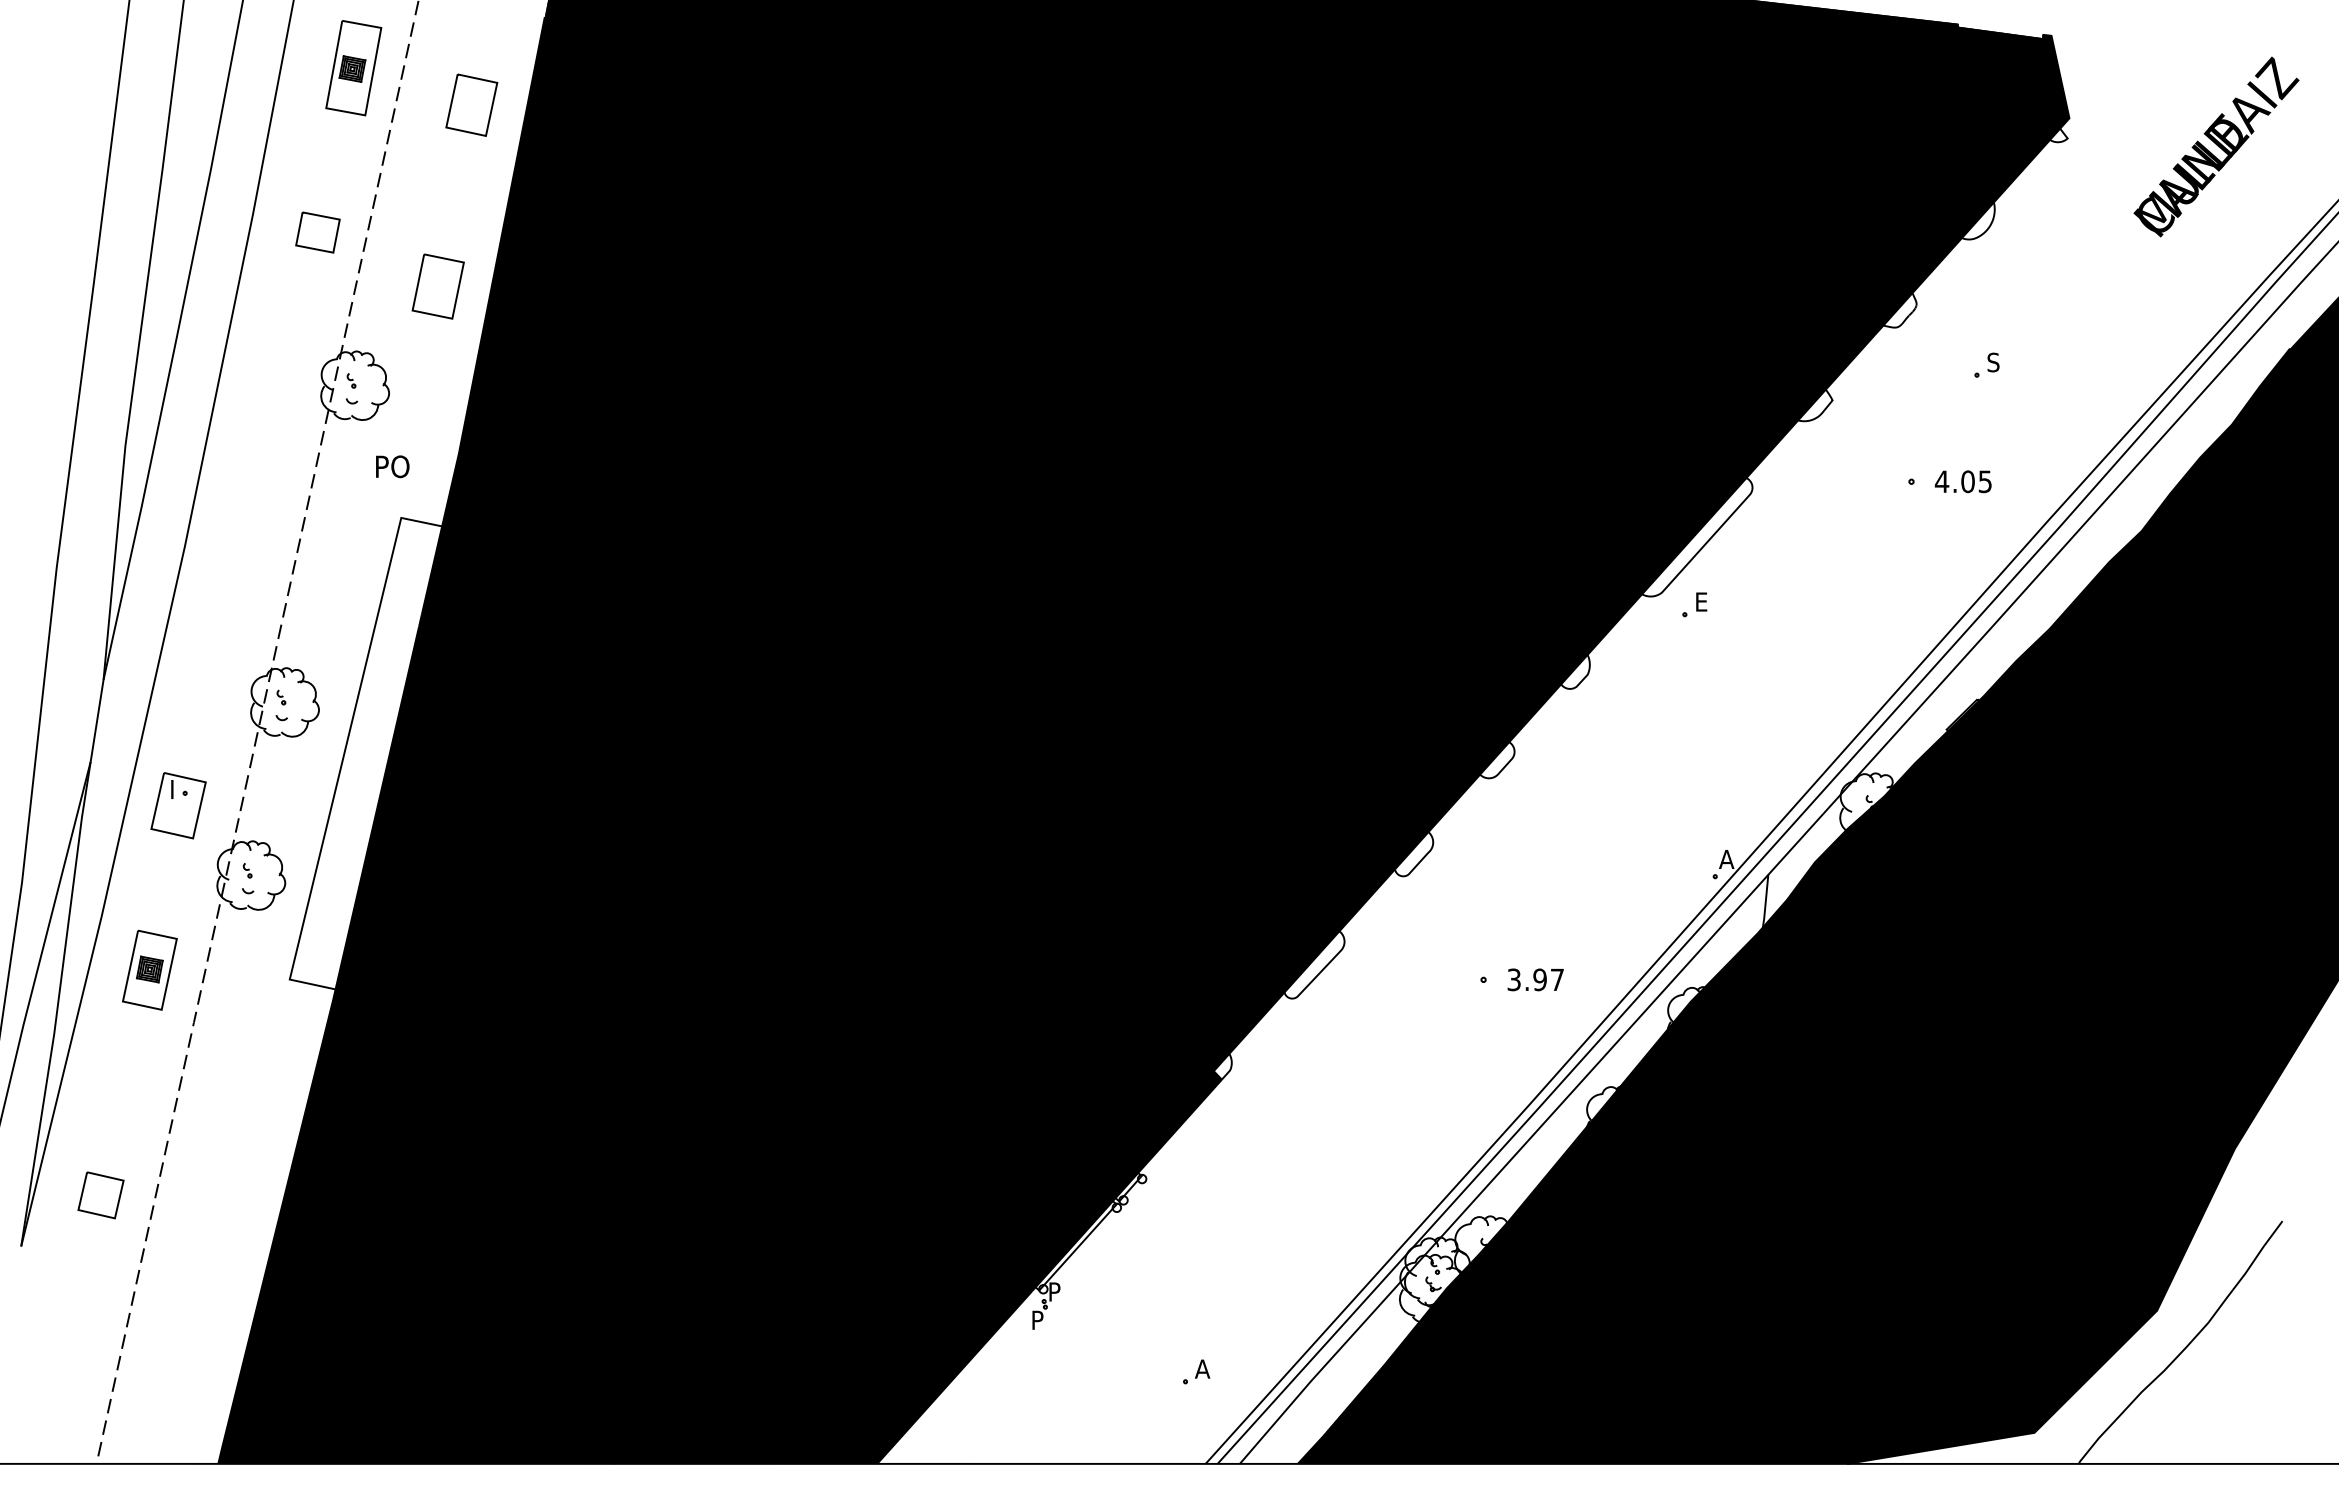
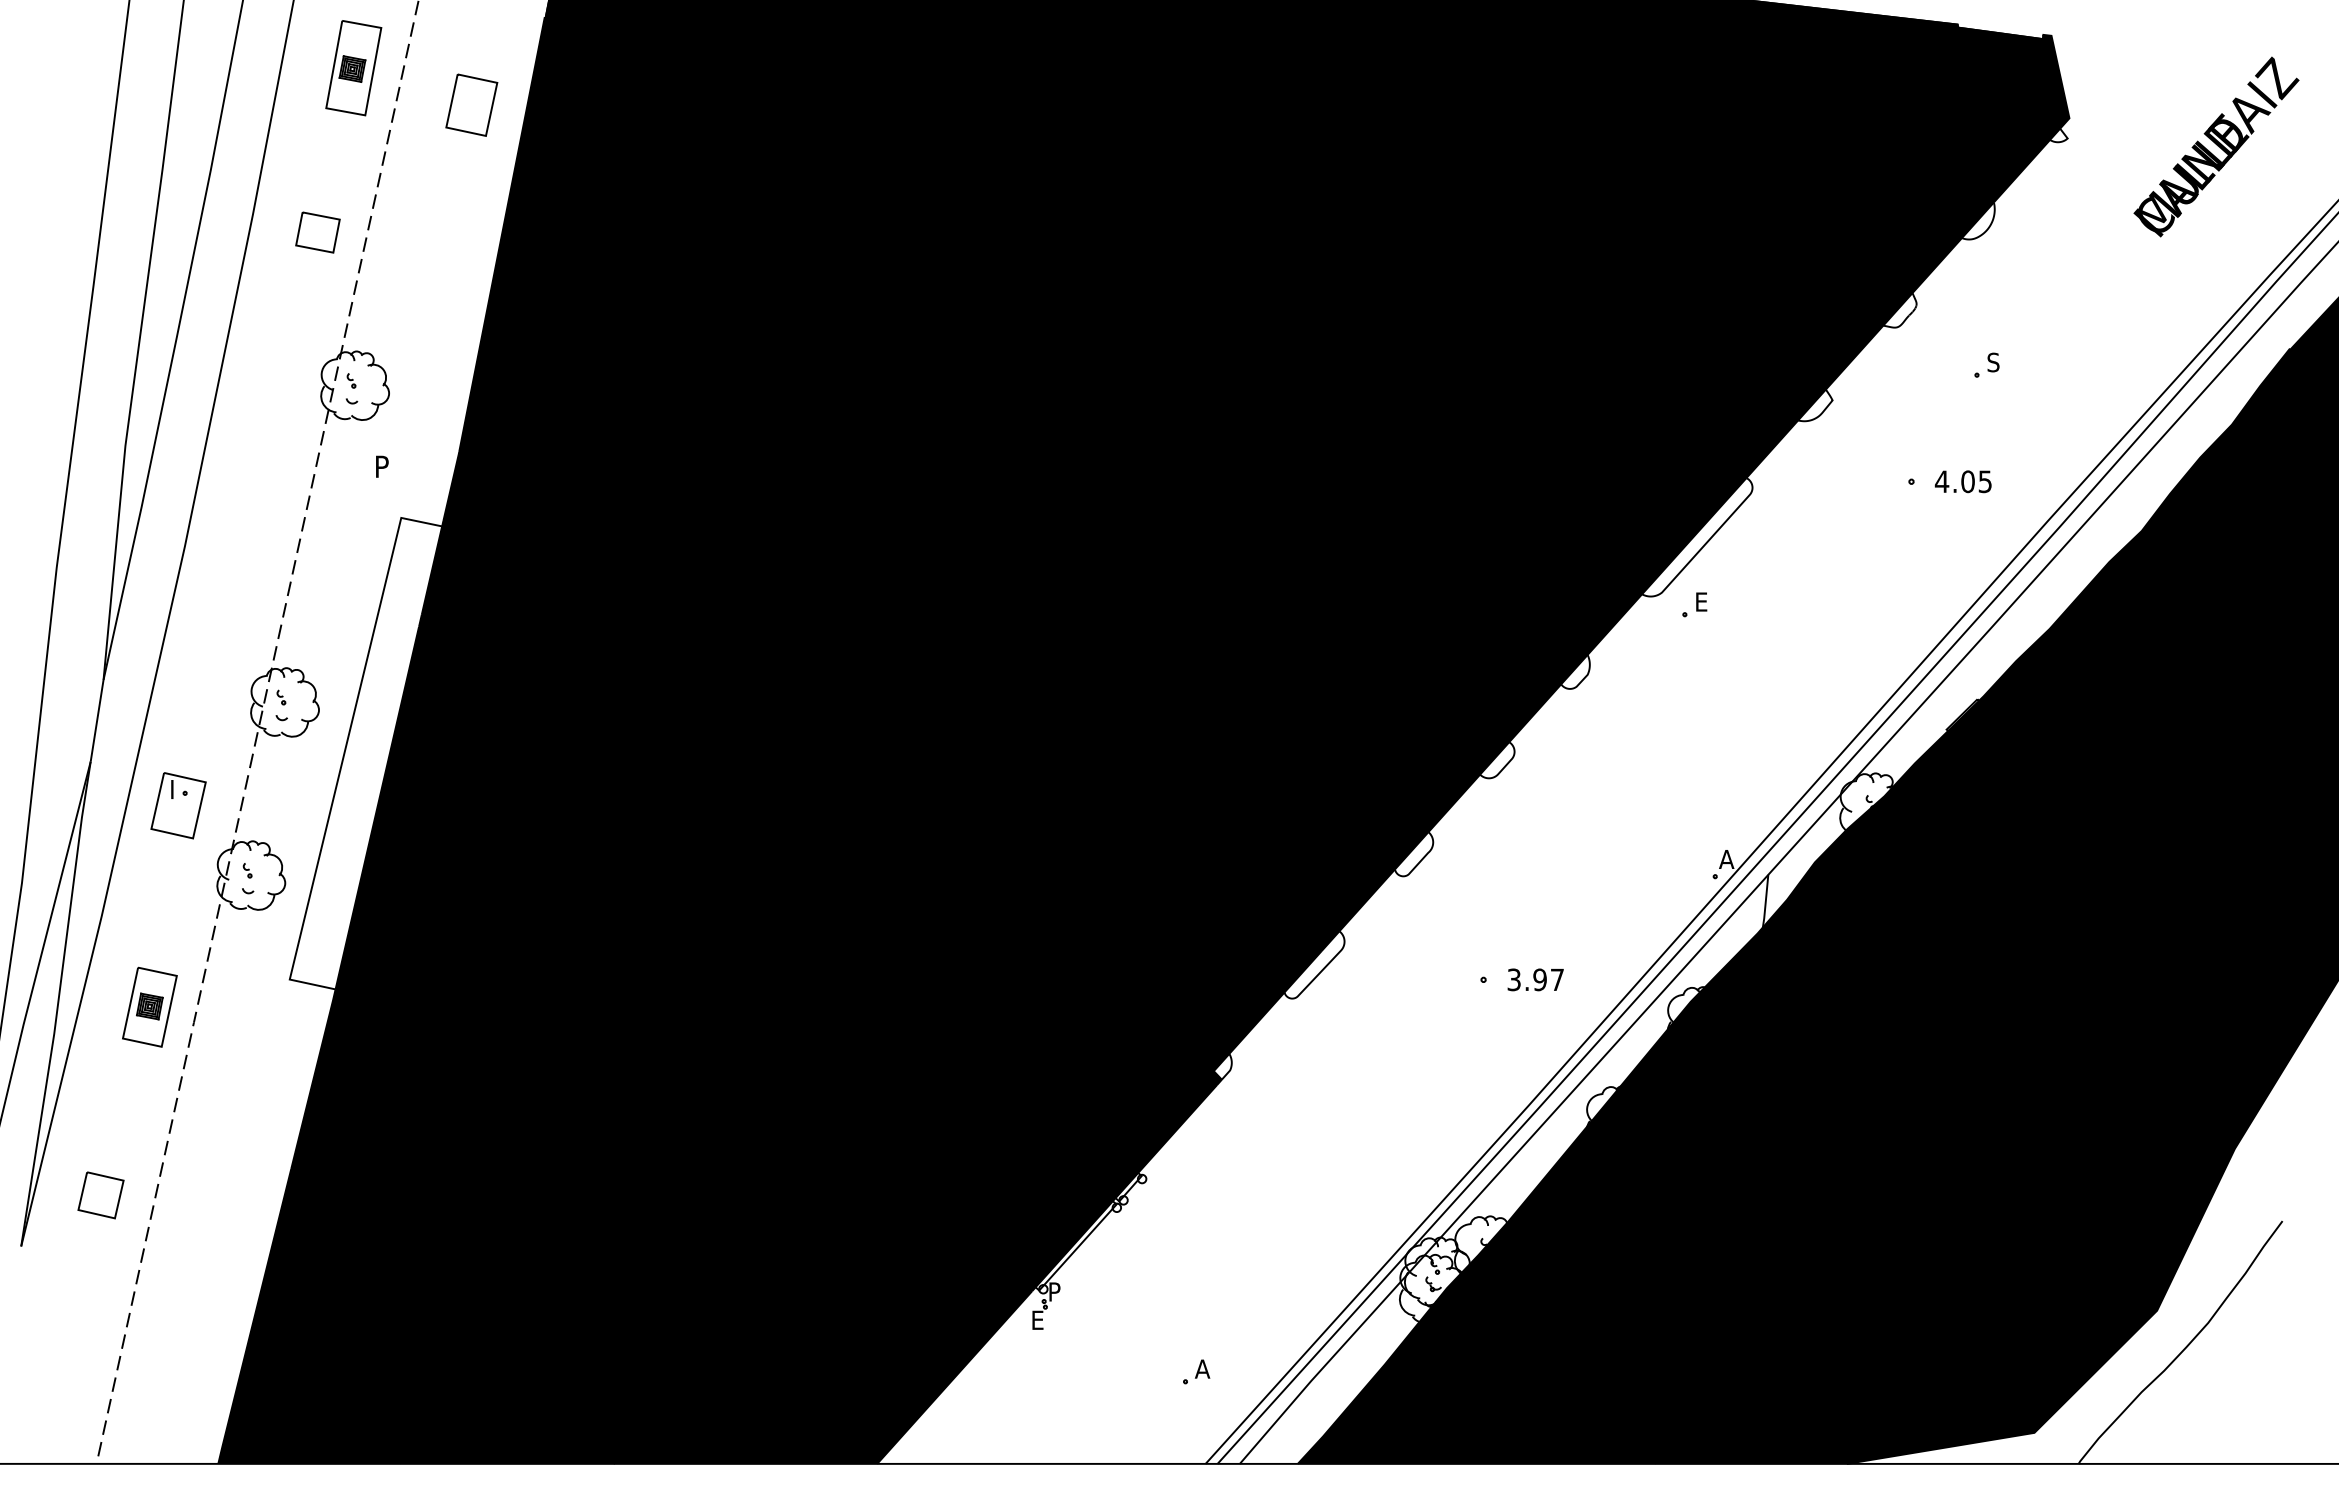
part at (437, 286): present -> none
text at (400, 466): PO -> P
part at (149, 969) position: (149, 969) -> (149, 1006)
text at (1038, 1319): P -> E
